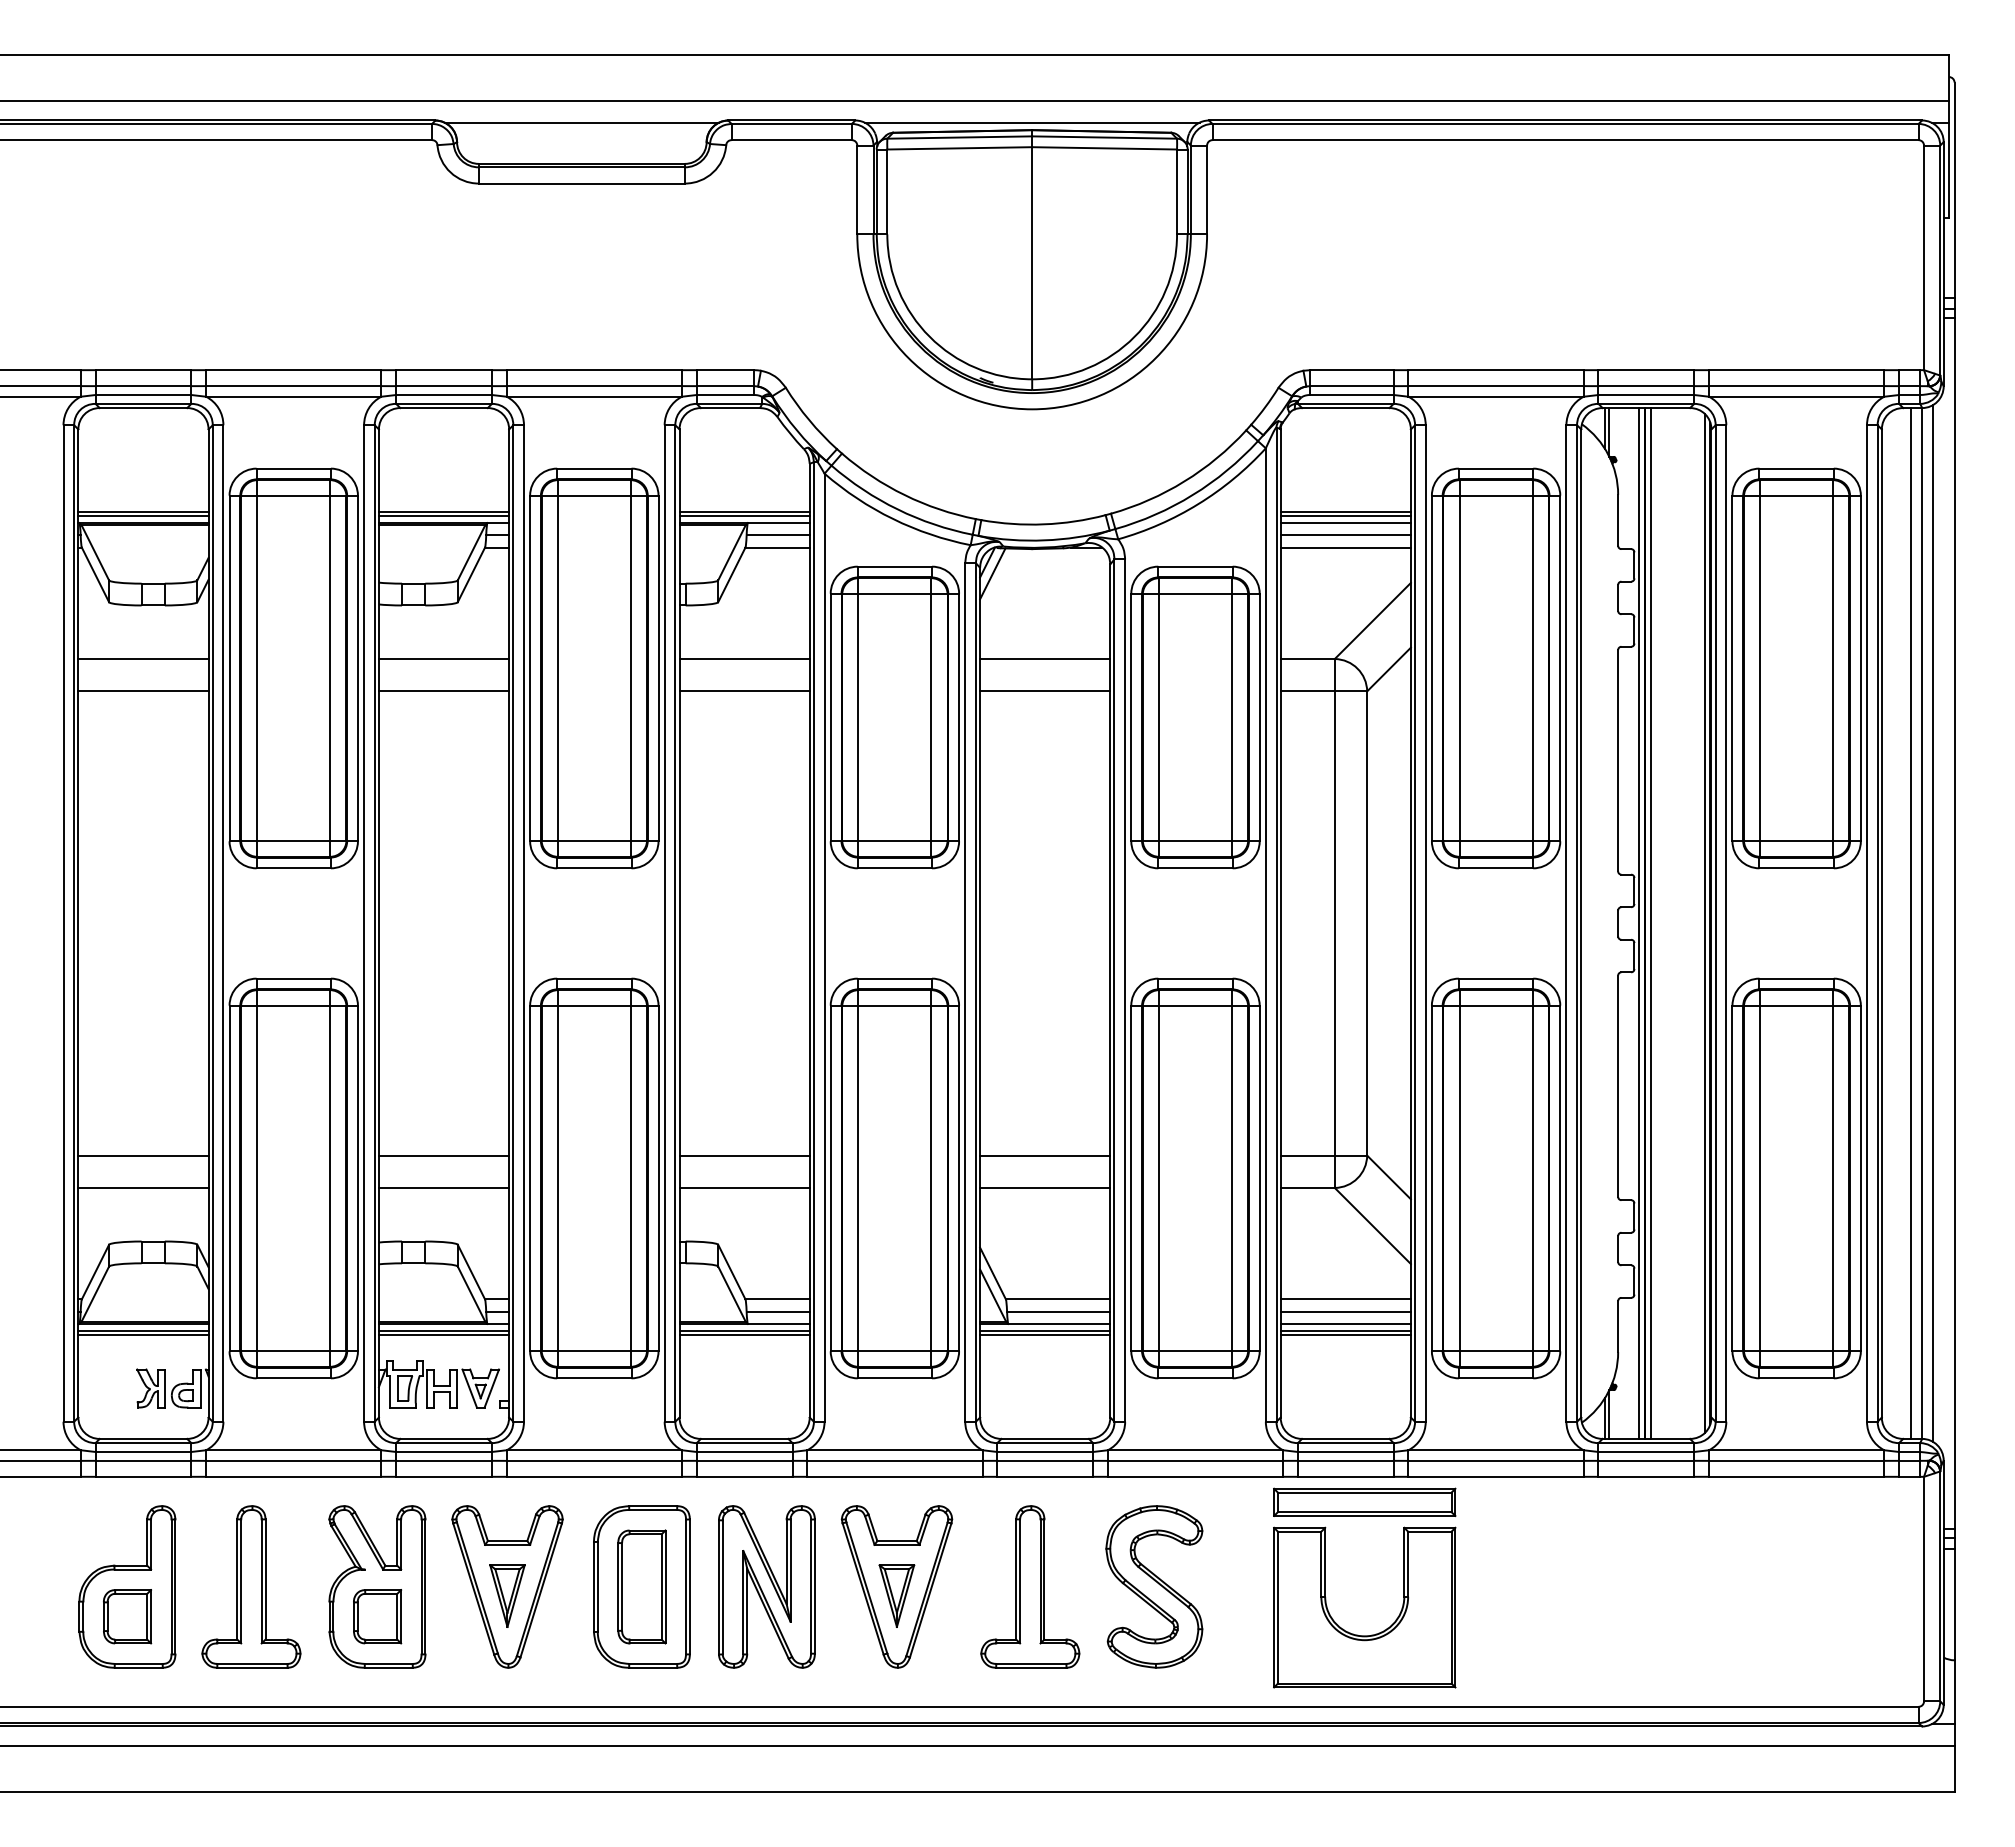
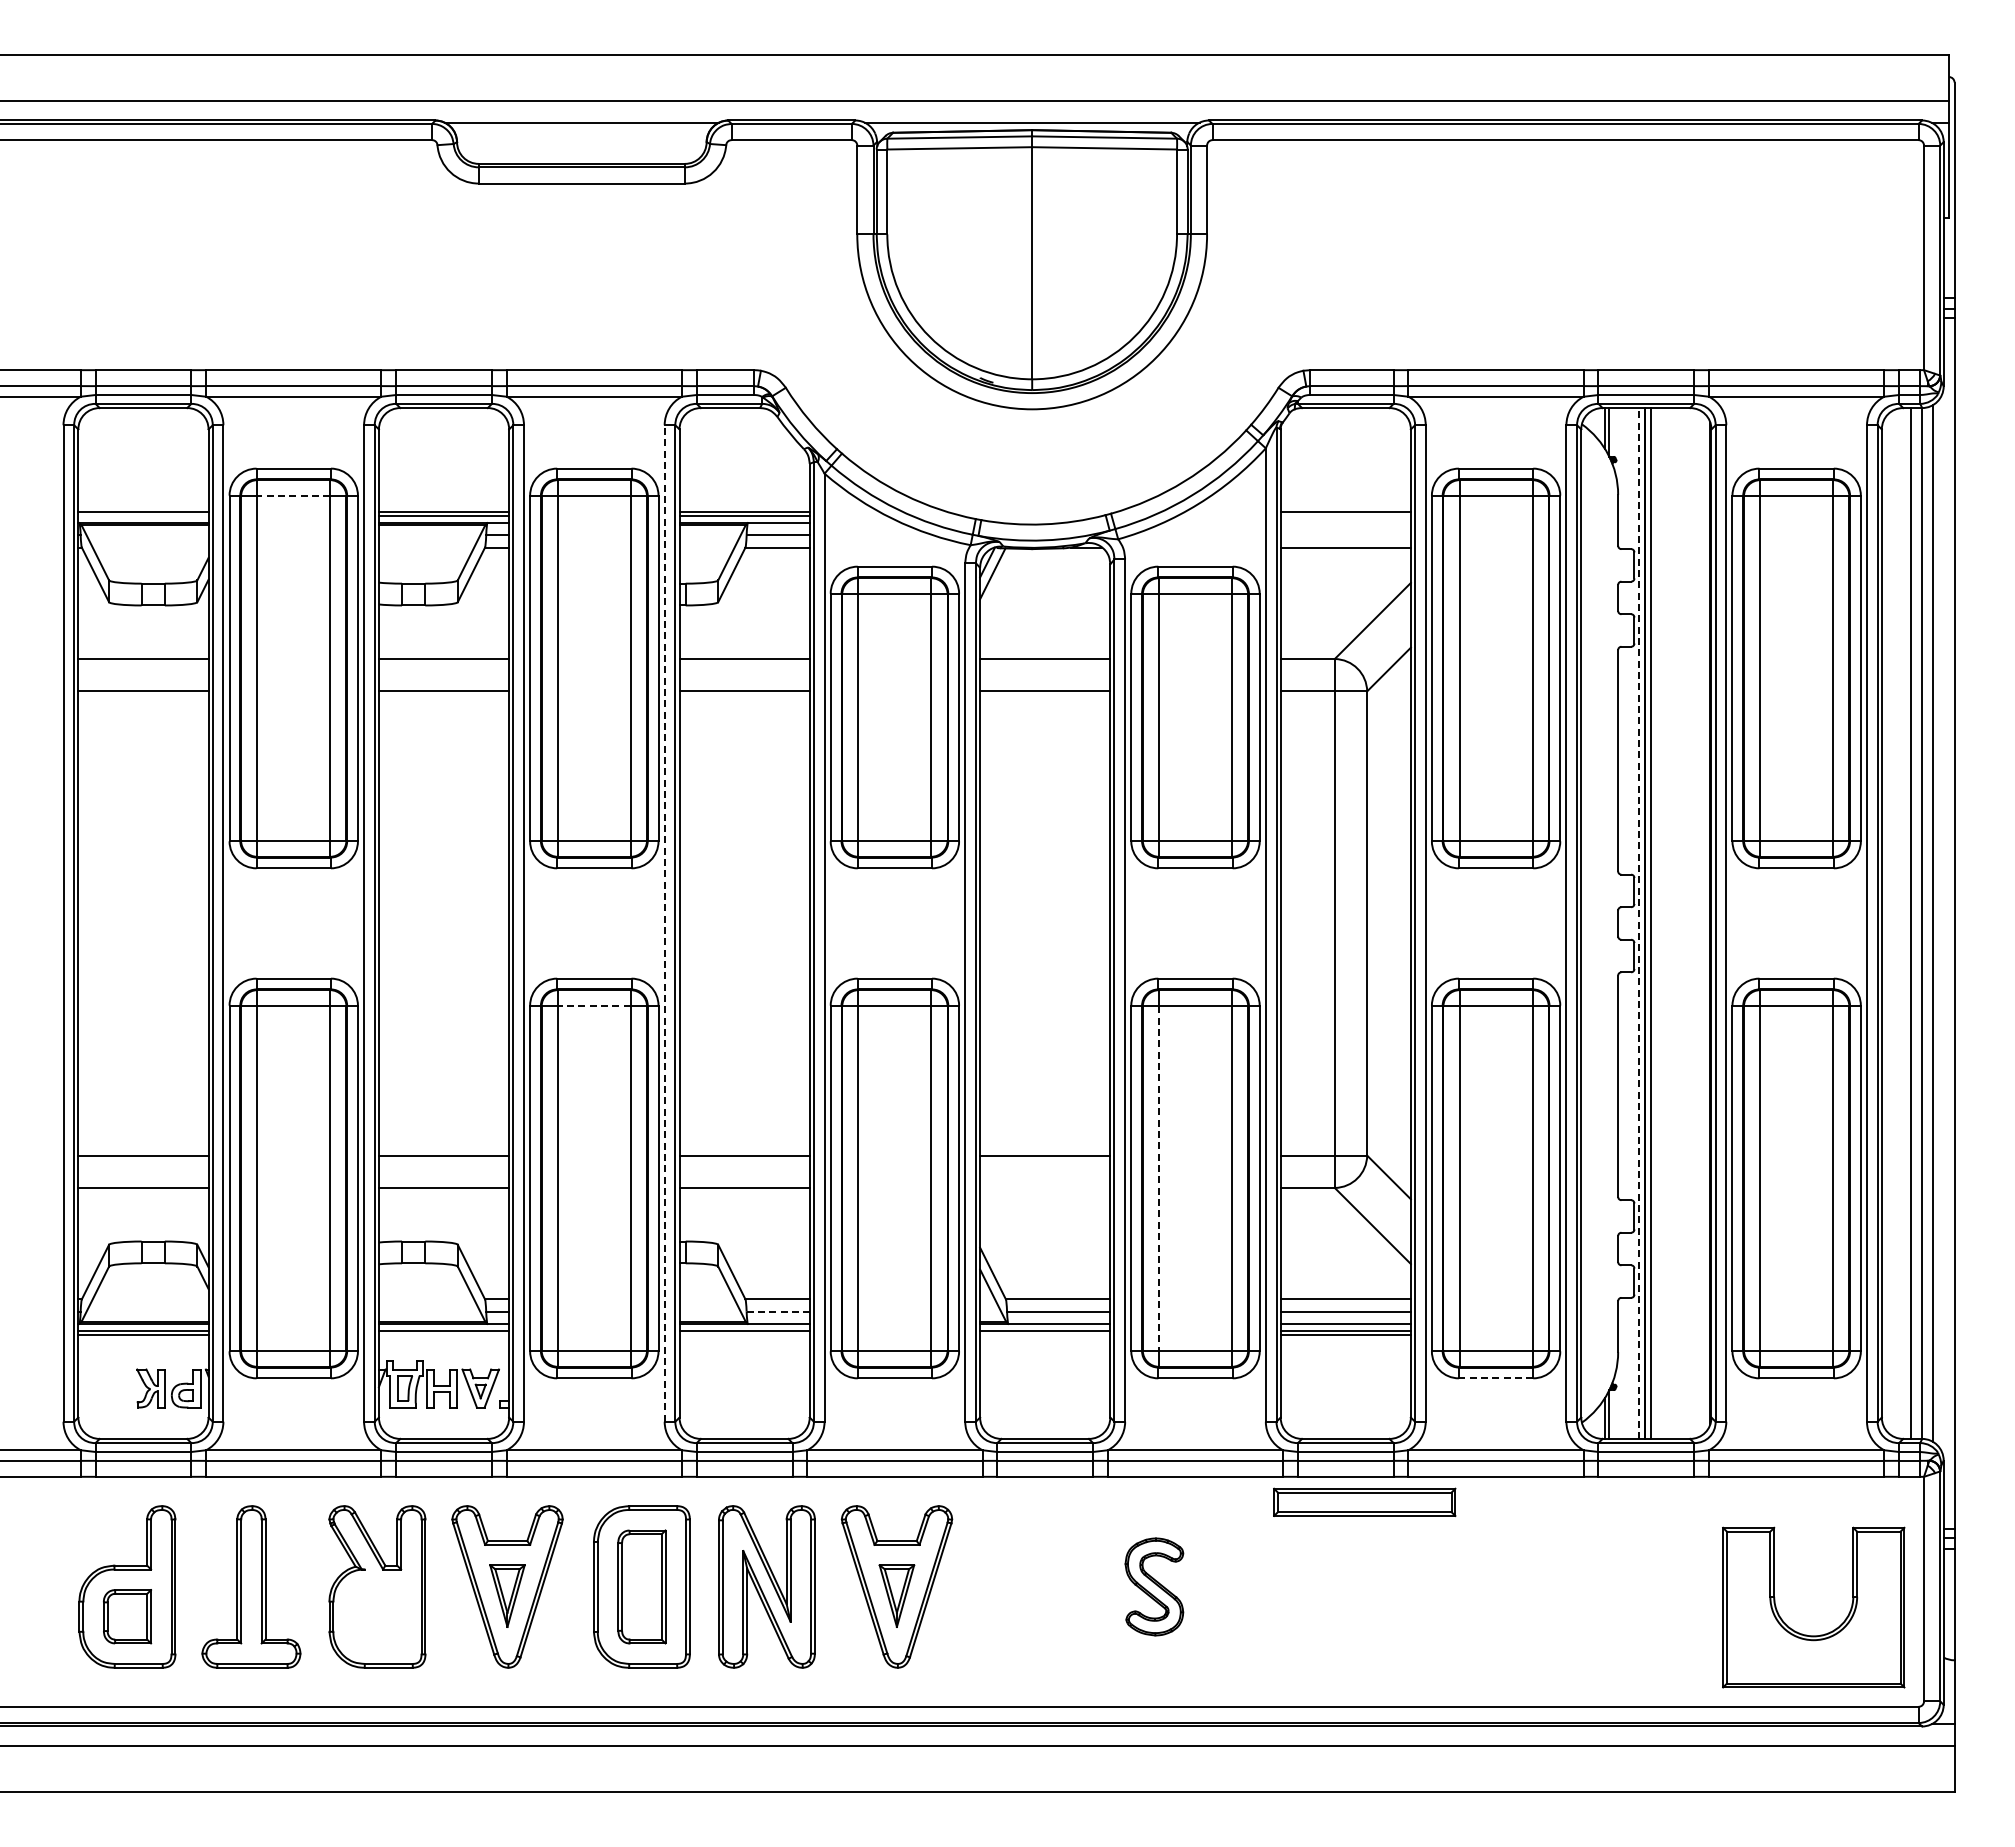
line at (293, 496): solid -> dashed
line at (143, 515): present -> none
line at (1345, 515): present -> none
line at (1345, 523): present -> none
line at (1345, 535): present -> none
line at (664, 923): solid -> dashed
line at (1639, 923): solid -> dashed
line at (1704, 923): present -> none
line at (593, 1006): solid -> dashed
line at (1159, 1179): solid -> dashed
line at (1045, 1187): present -> none
line at (778, 1311): solid -> dashed
line at (443, 1334): present -> none
line at (744, 1334): present -> none
line at (1045, 1334): present -> none
line at (1495, 1378): solid -> dashed
part at (1030, 1586): present -> none
part at (1154, 1586) size: 99x164 px -> 61x100 px
part at (377, 1616): present -> none
part at (1357, 1634) position: (1357, 1634) -> (1806, 1634)
